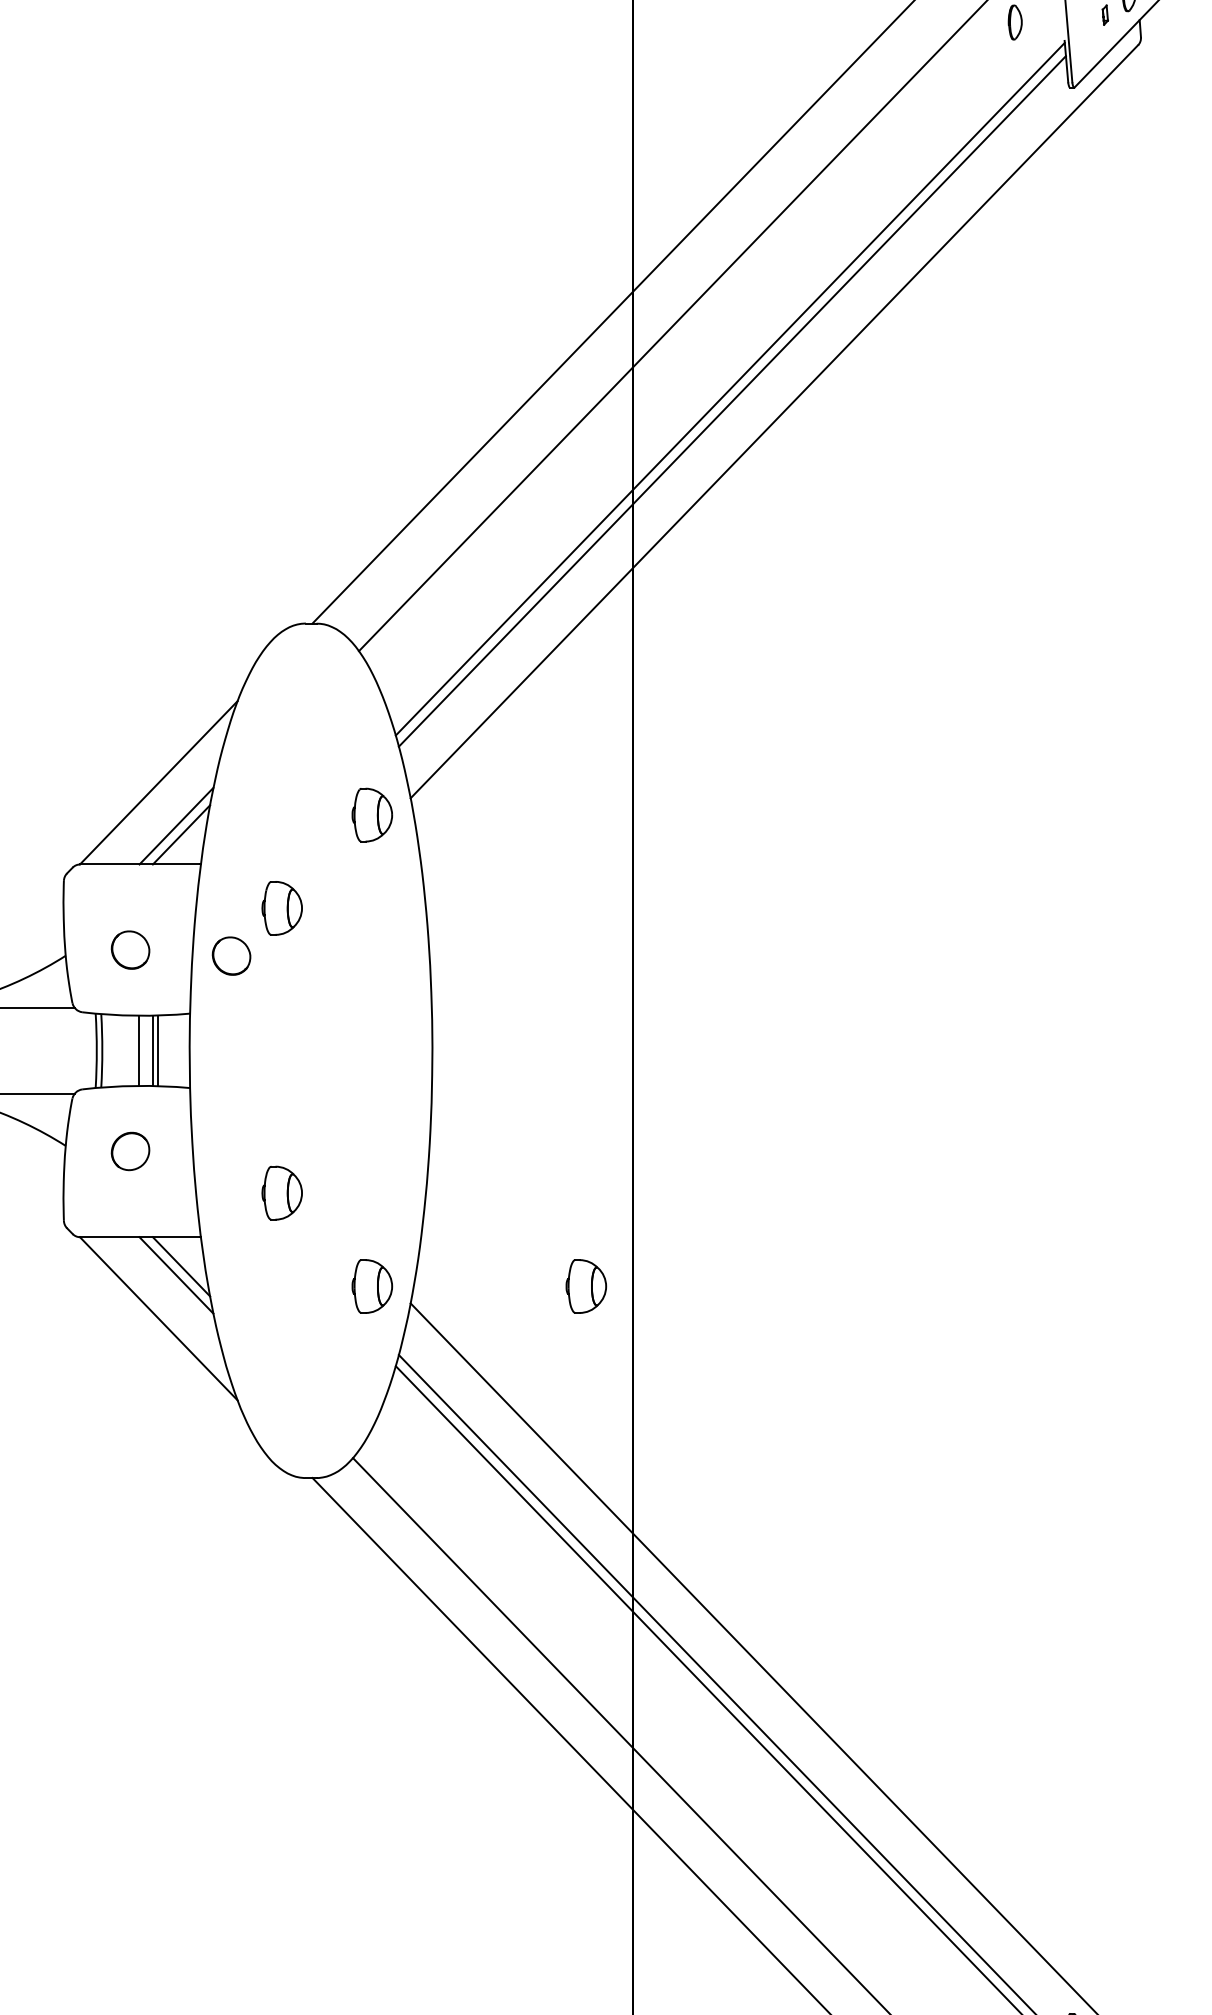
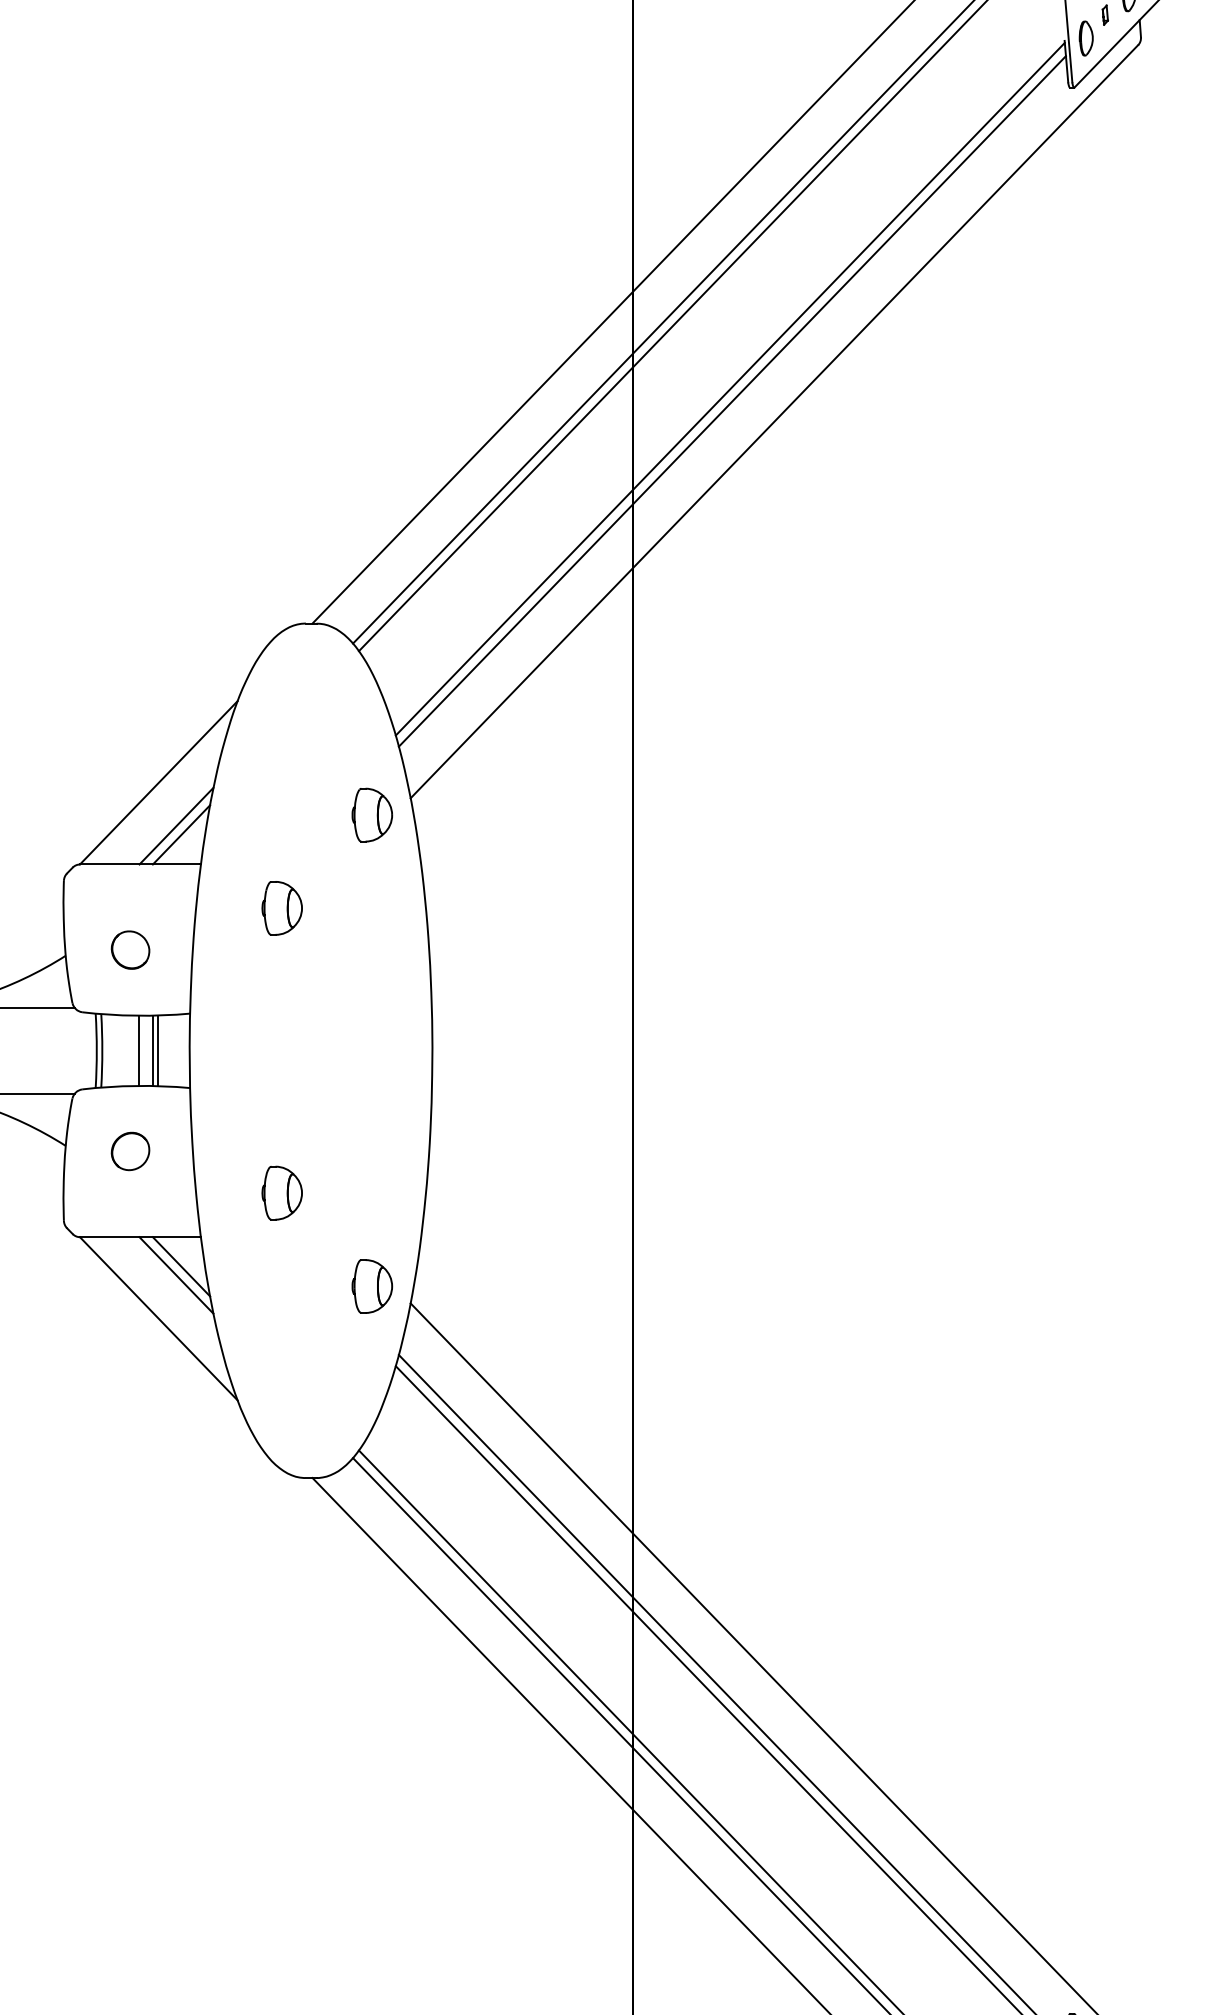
part at (1014, 22) position: (1014, 22) -> (1085, 38)
line at (662, 322): none -> present
part at (231, 955): present -> none
part at (586, 1286): present -> none
line at (629, 1730): none -> present
